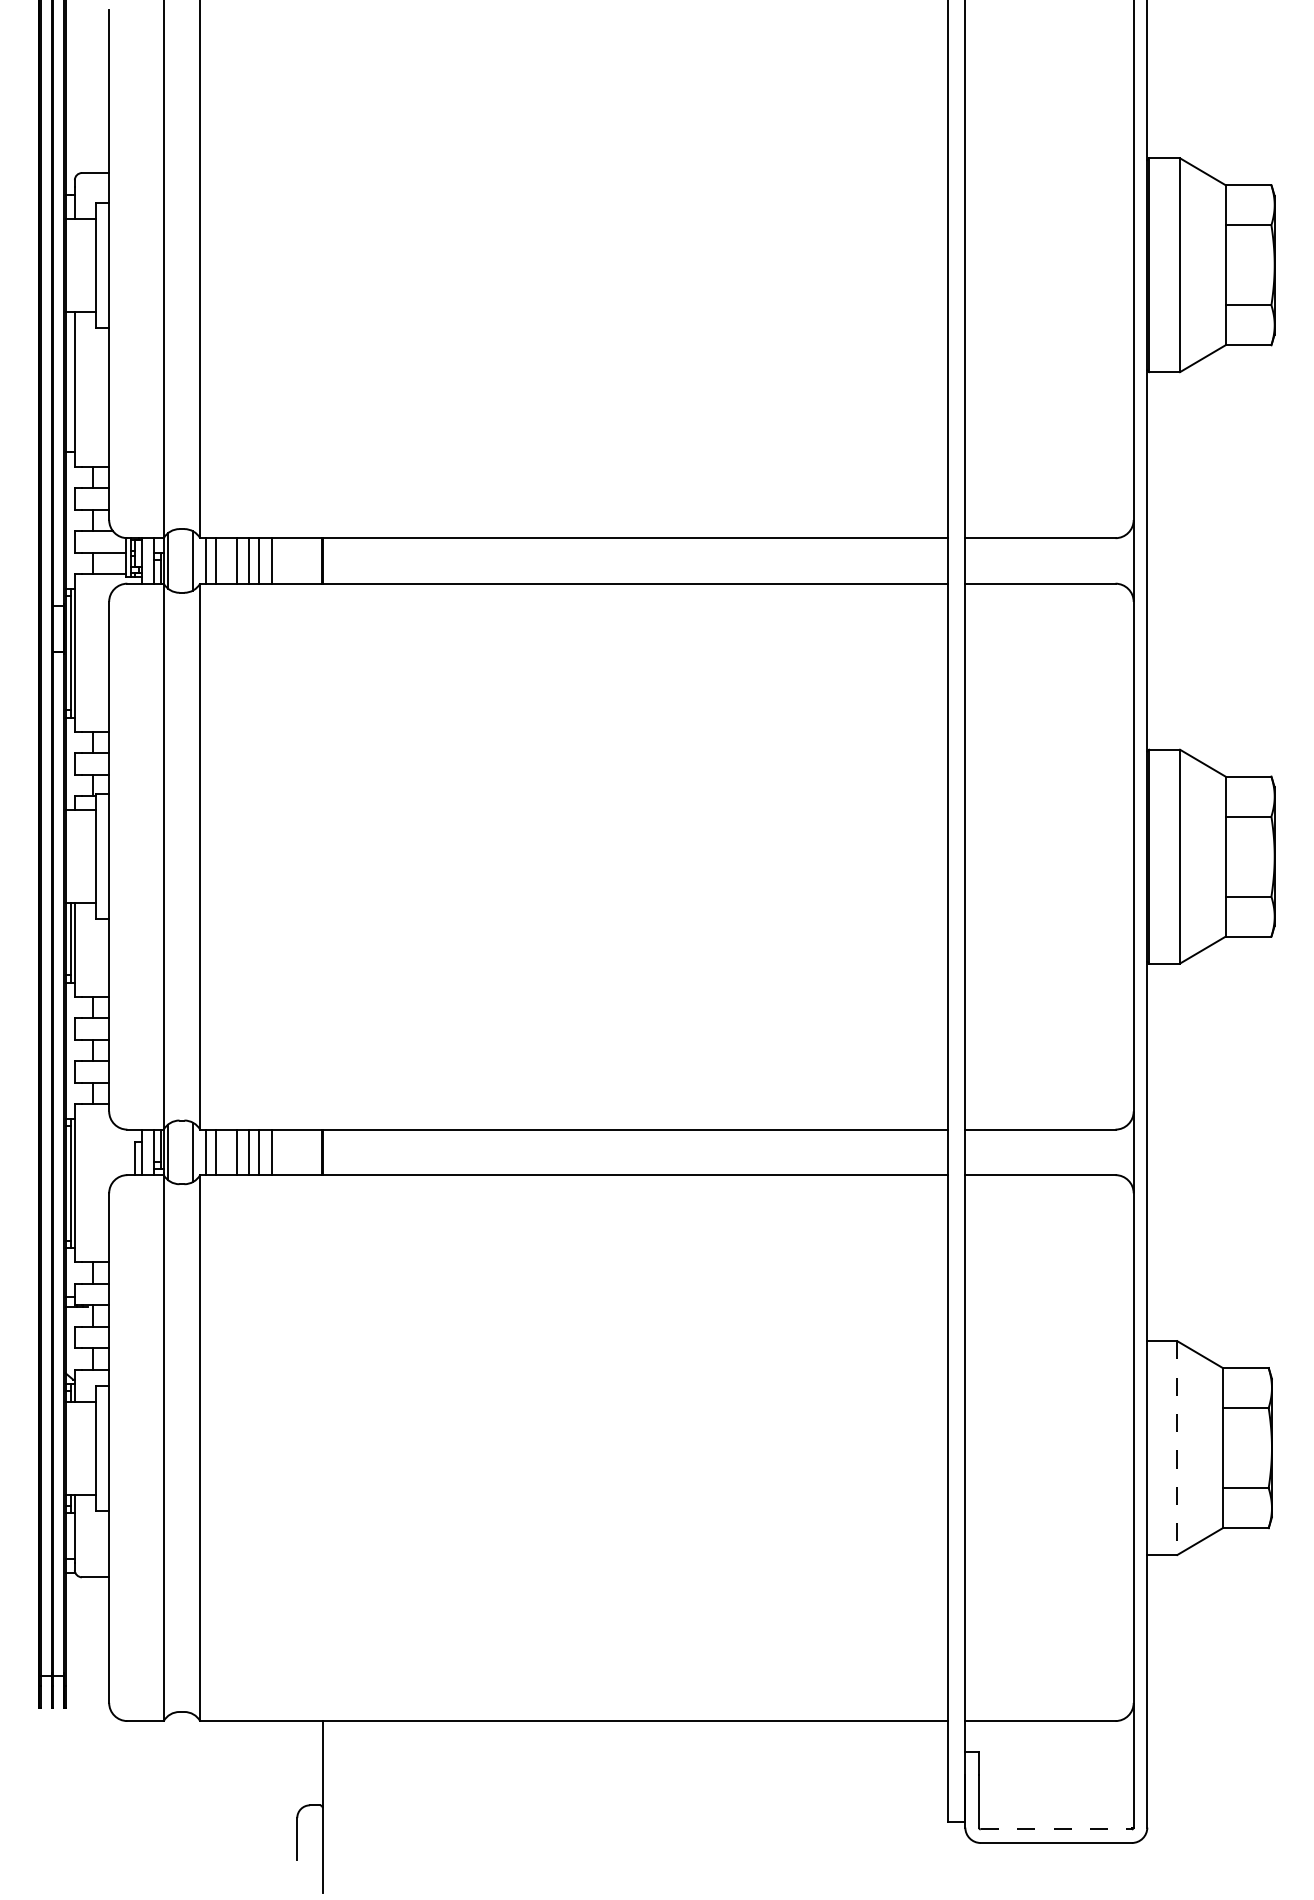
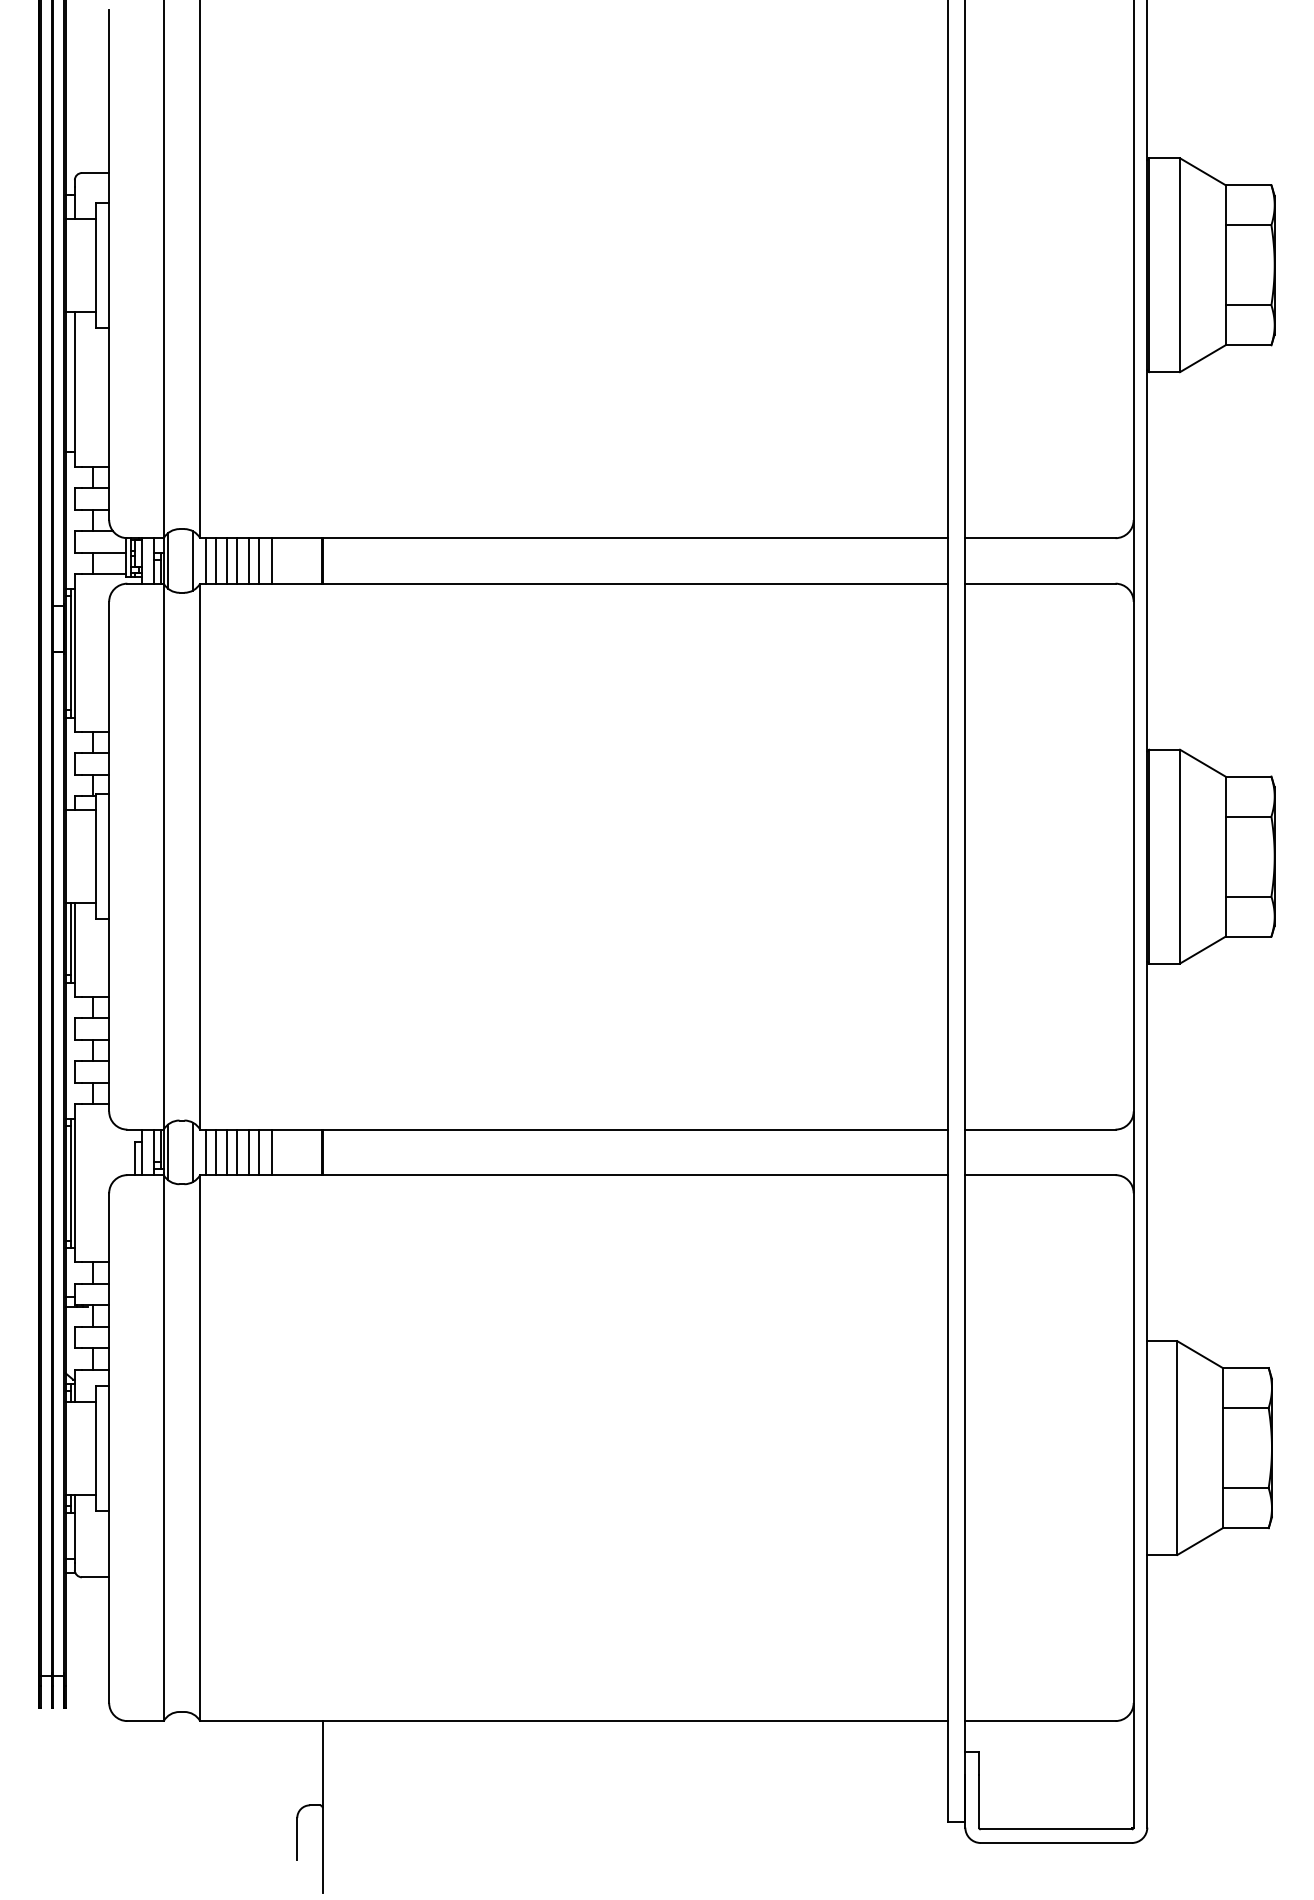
line at (227, 560): none -> present
line at (227, 1152): none -> present
line at (1177, 1448): dashed -> solid
line at (1056, 1829): dashed -> solid
